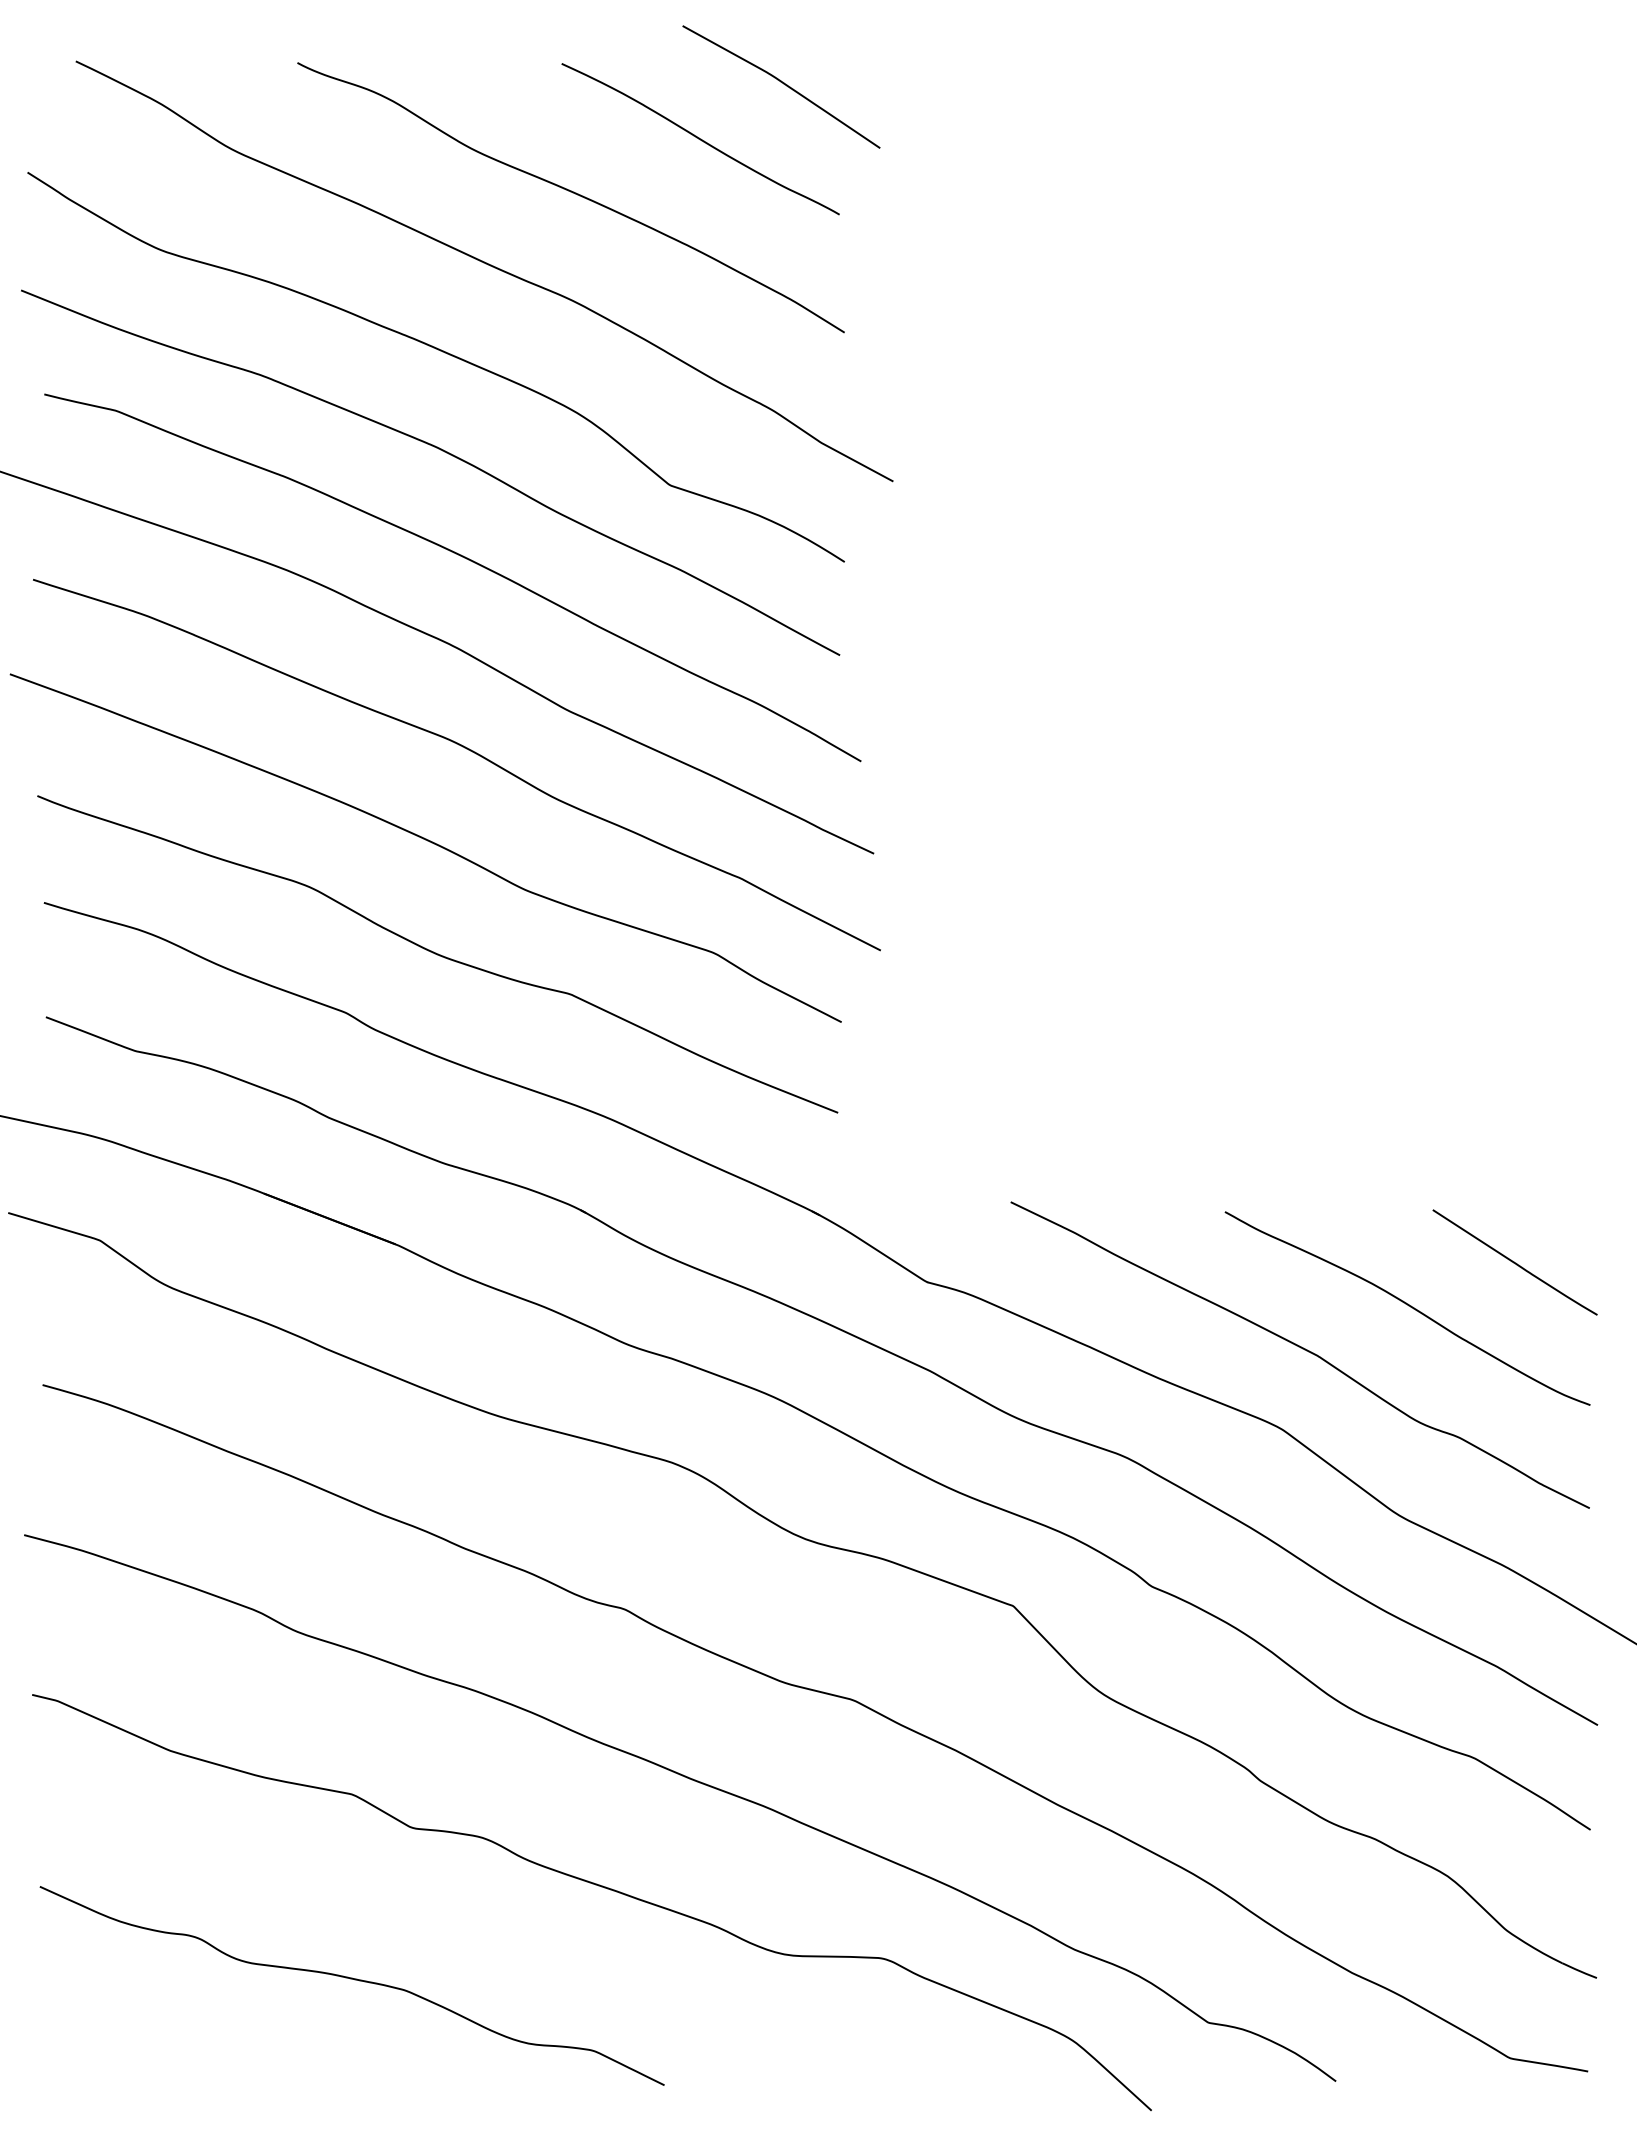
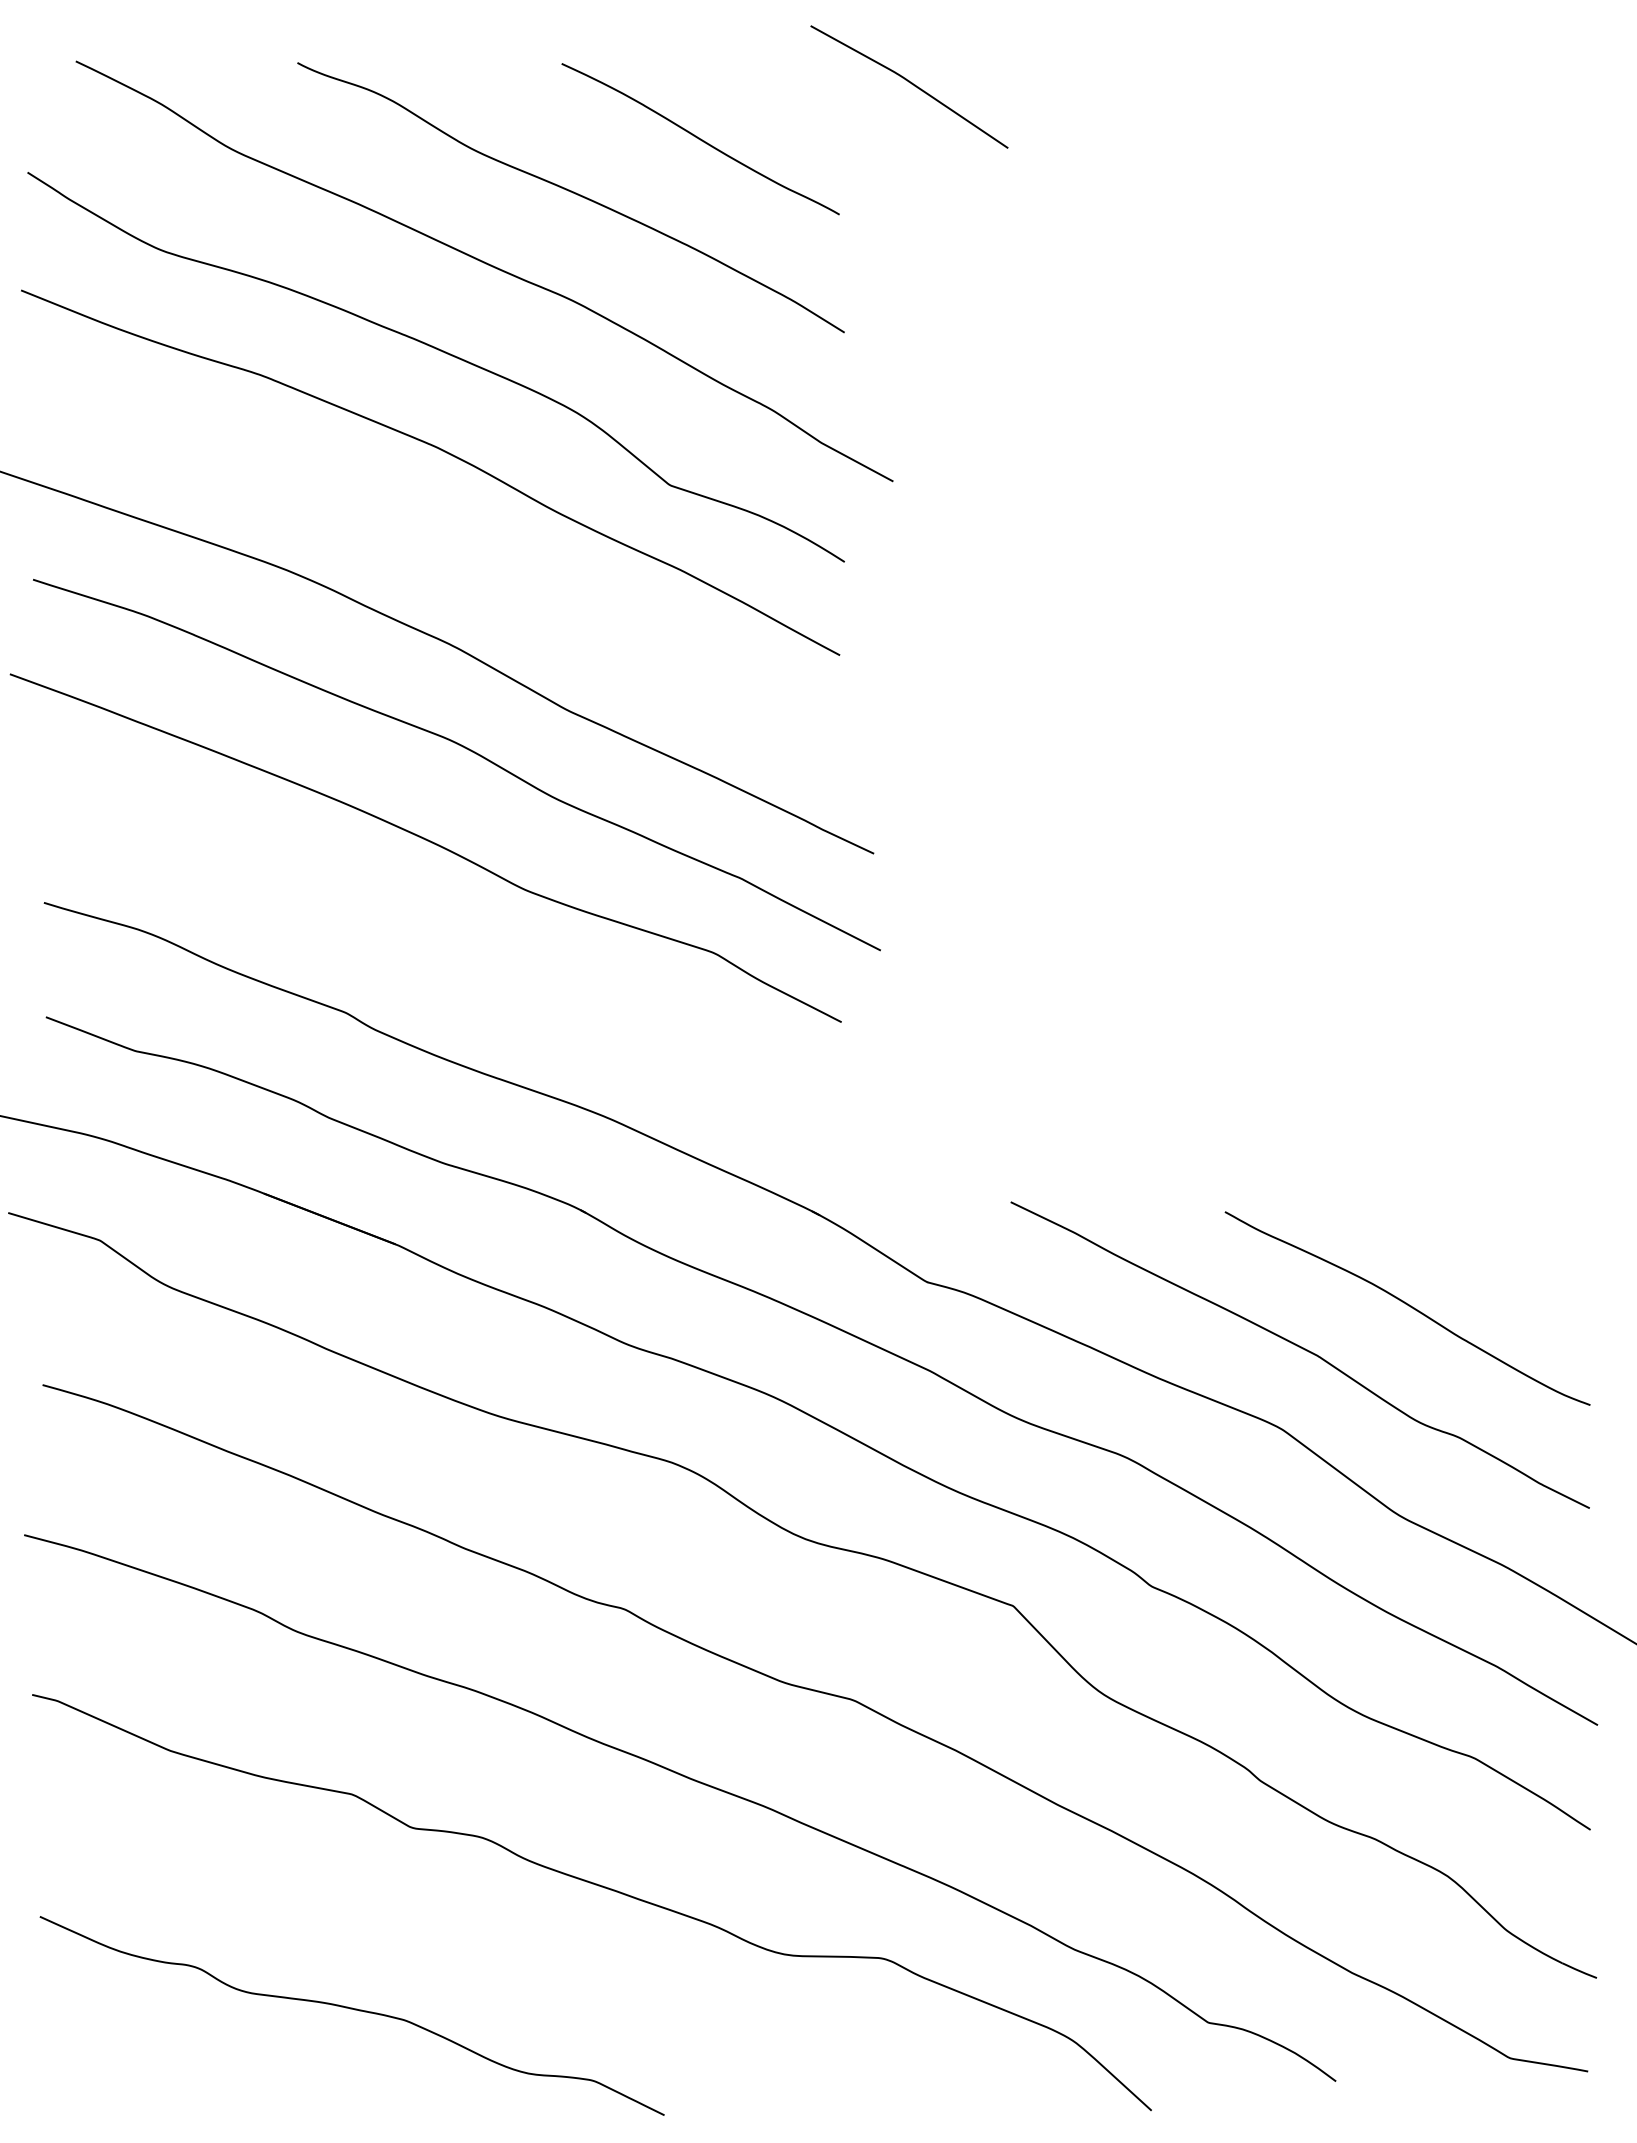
curve at (783, 84) position: (783, 84) -> (911, 84)
curve at (462, 557): present -> none
curve at (437, 954): present -> none
curve at (1514, 1262): present -> none
curve at (354, 1980) position: (354, 1980) -> (354, 2010)
